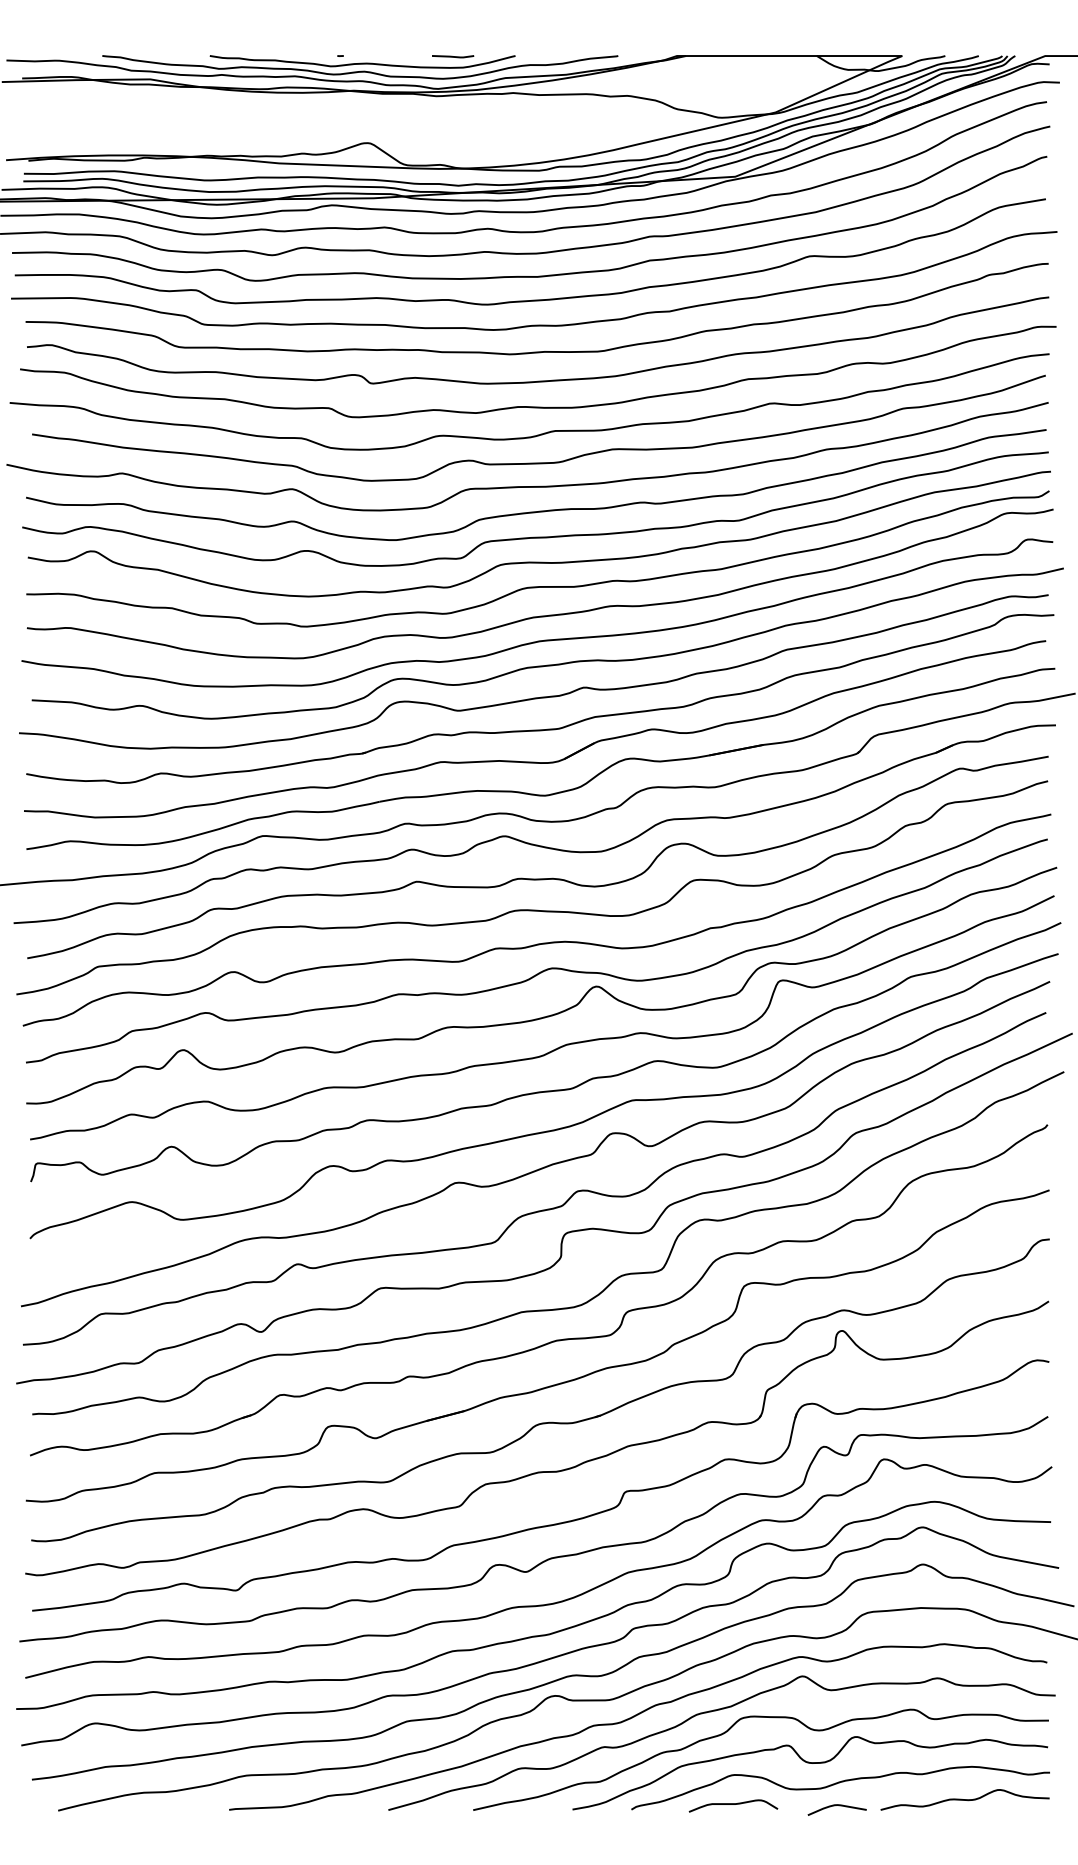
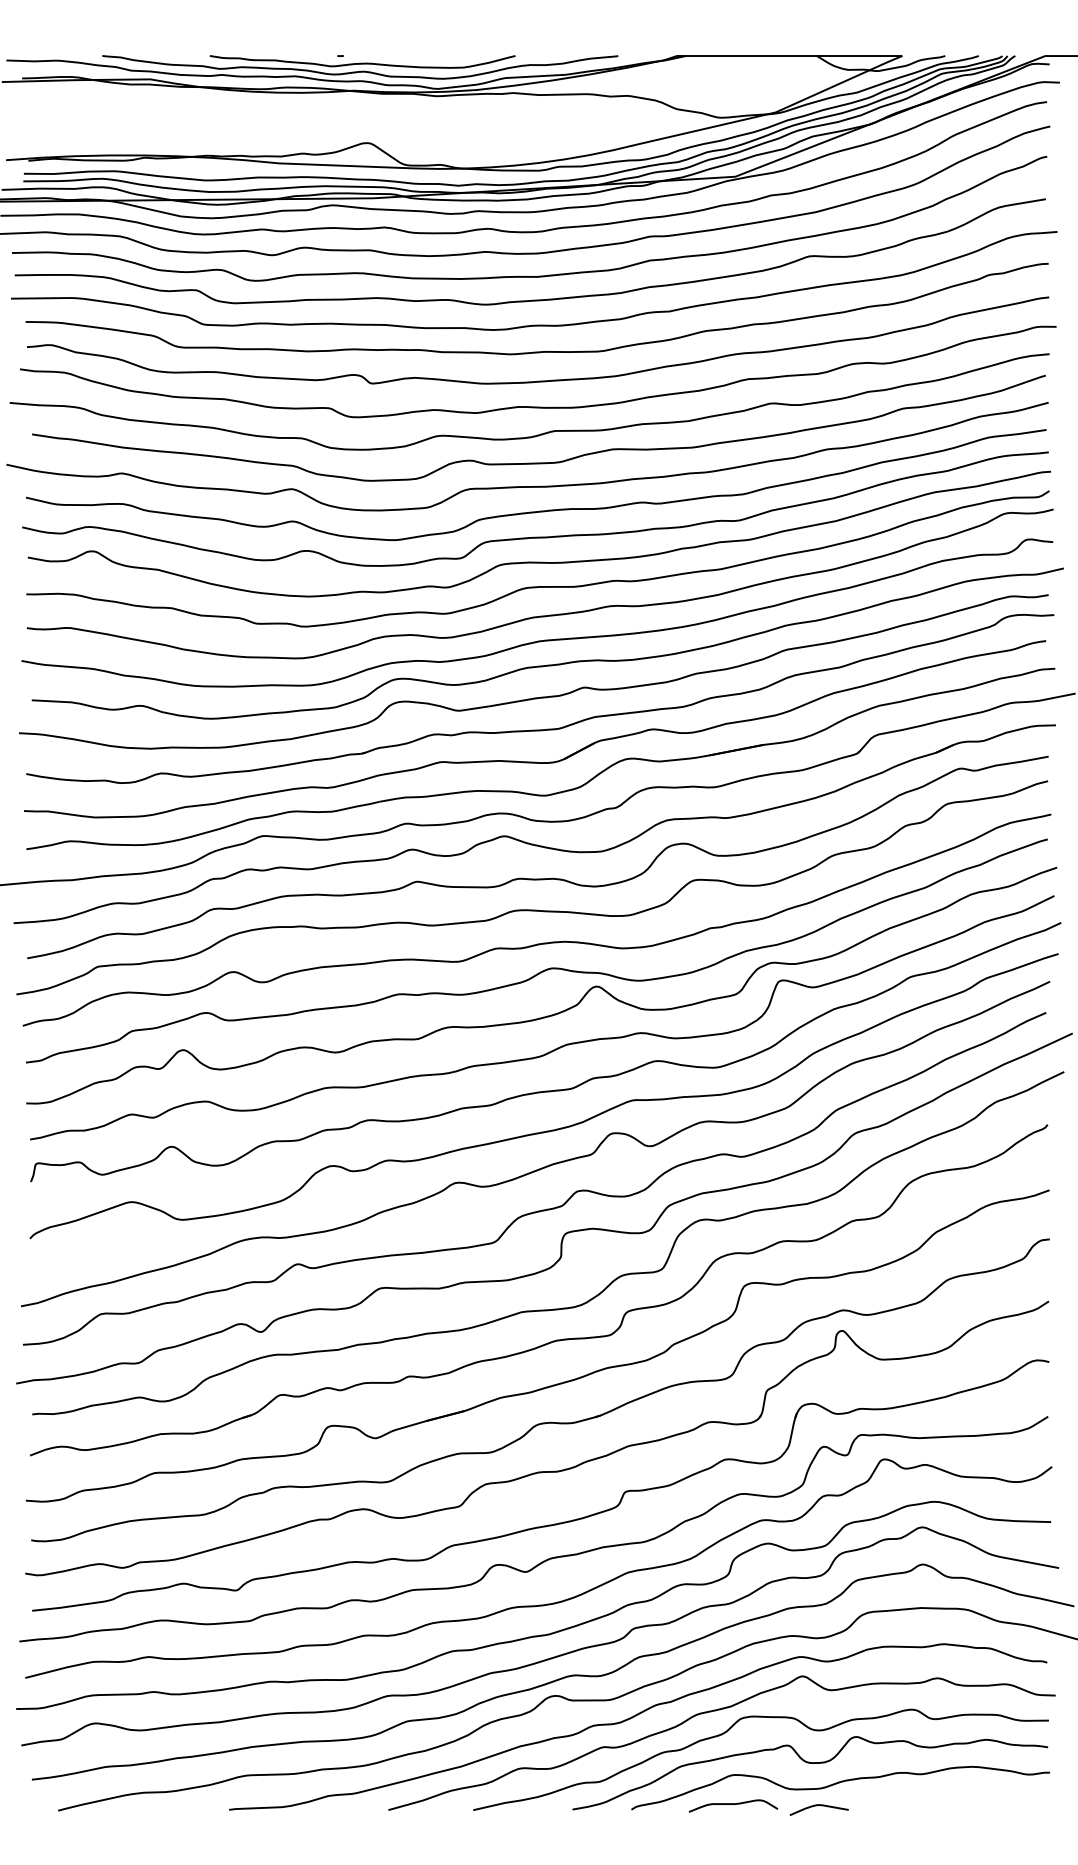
line at (453, 56): present -> none
curve at (964, 1799): present -> none
curve at (835, 1806) position: (835, 1806) -> (817, 1806)
